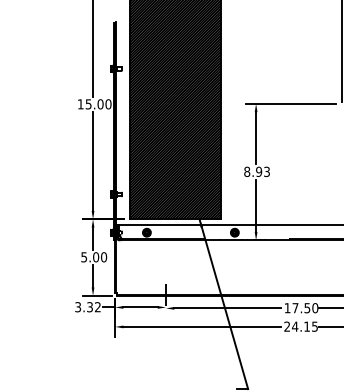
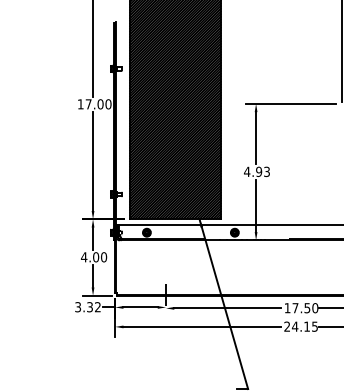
text at (88, 104): 15.00 -> 17.00
text at (247, 171): 8.93 -> 4.93
text at (83, 257): 5.00 -> 4.00
